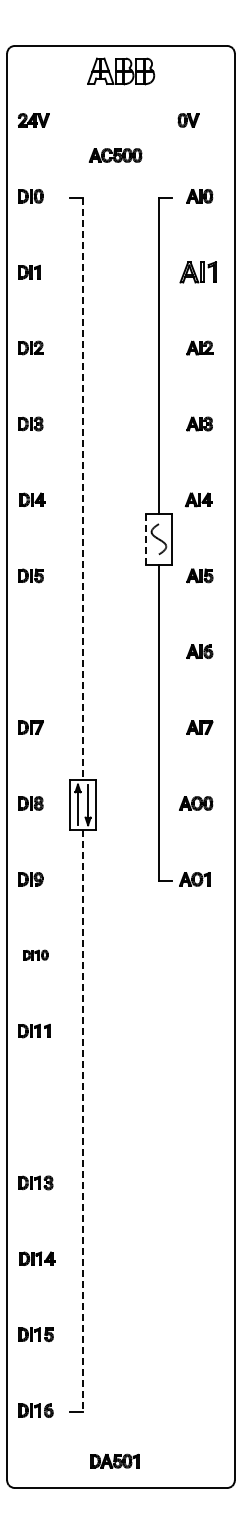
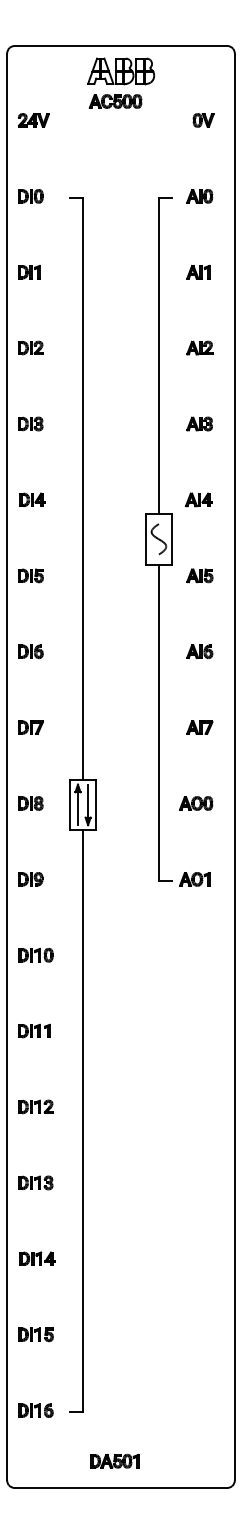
part at (188, 120) position: (188, 120) -> (203, 120)
part at (115, 155) position: (115, 155) -> (115, 101)
part at (197, 272) size: 38x23 px -> 25x16 px
line at (83, 488): dashed -> solid
line at (146, 538): dashed -> solid
part at (30, 651): none -> present
part at (35, 954) size: 26x12 px -> 36x16 px
part at (35, 1106): none -> present
line at (83, 1121): dashed -> solid
